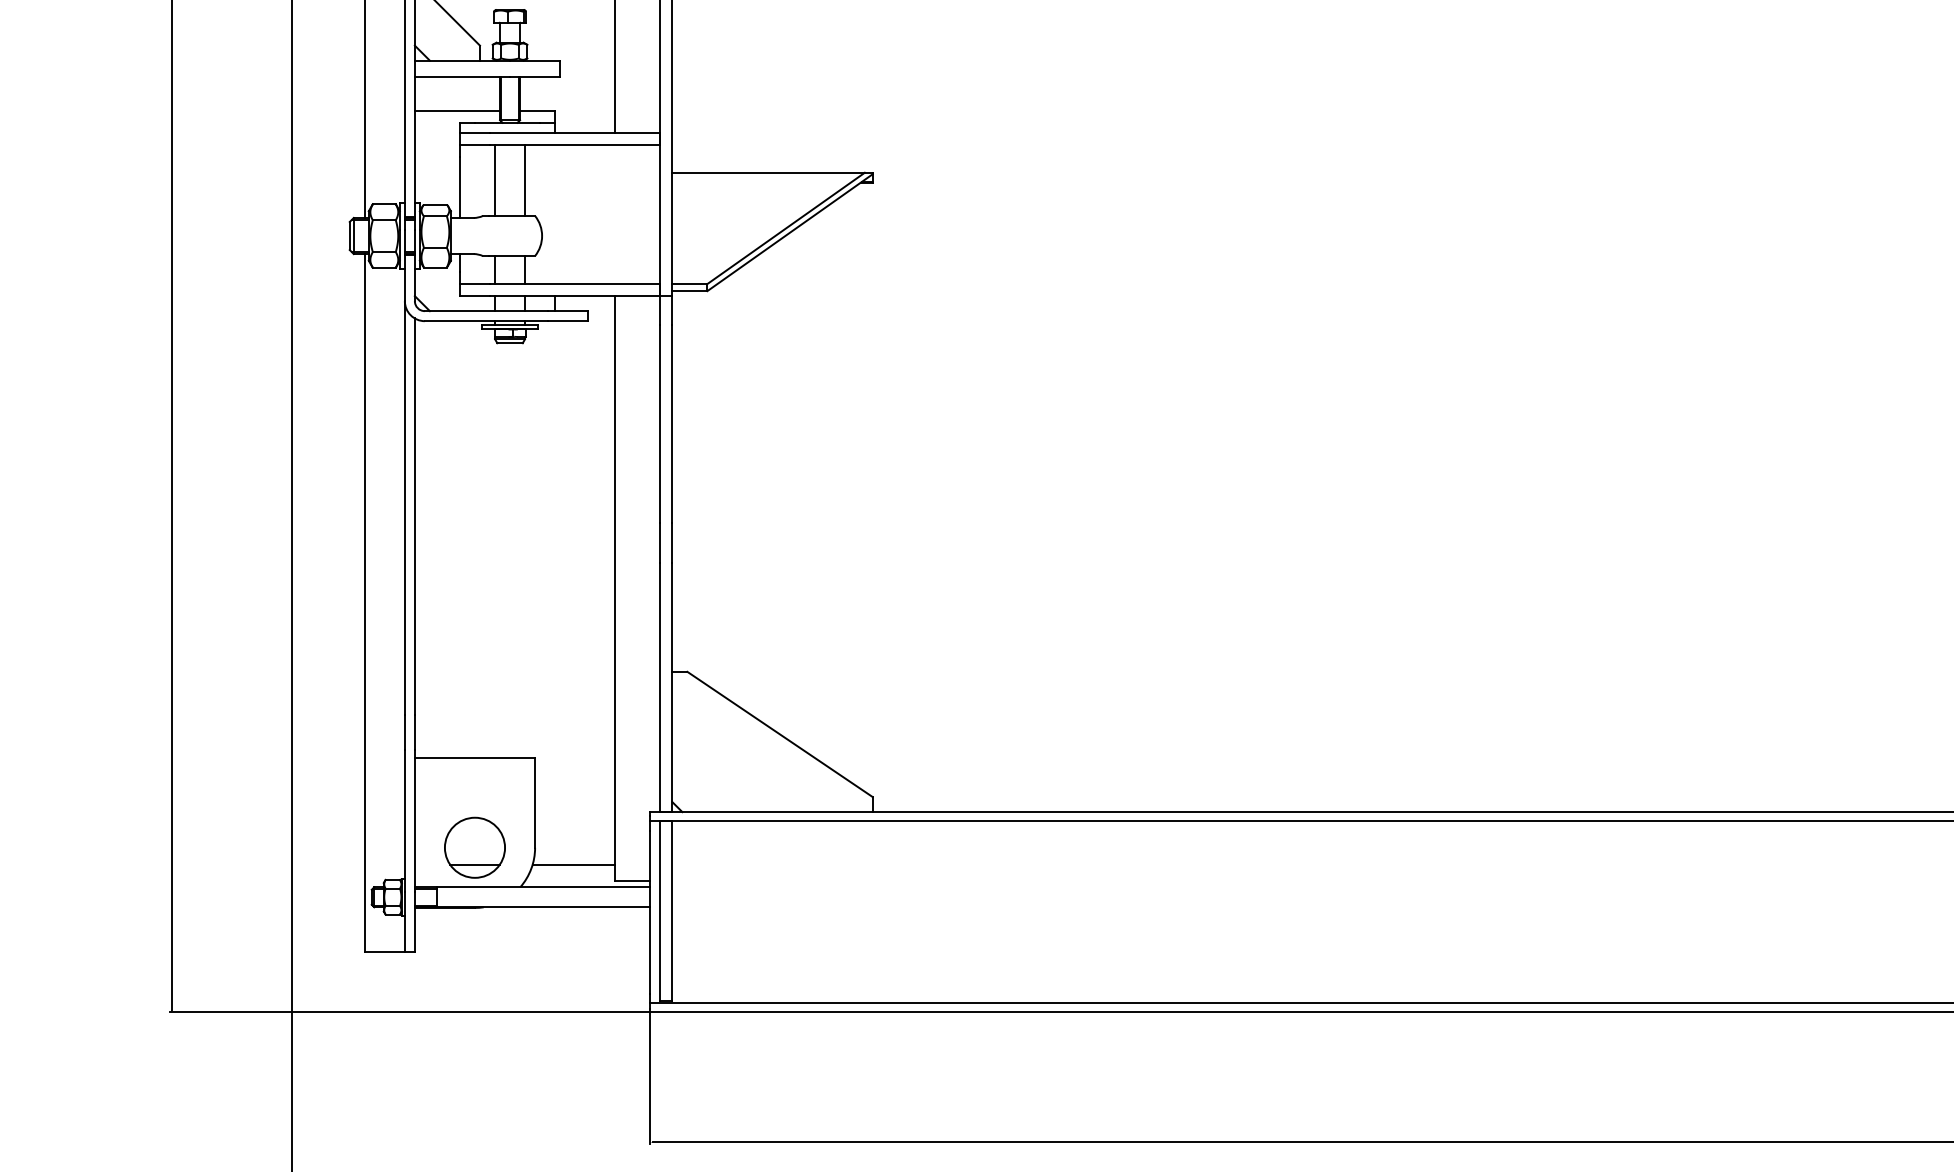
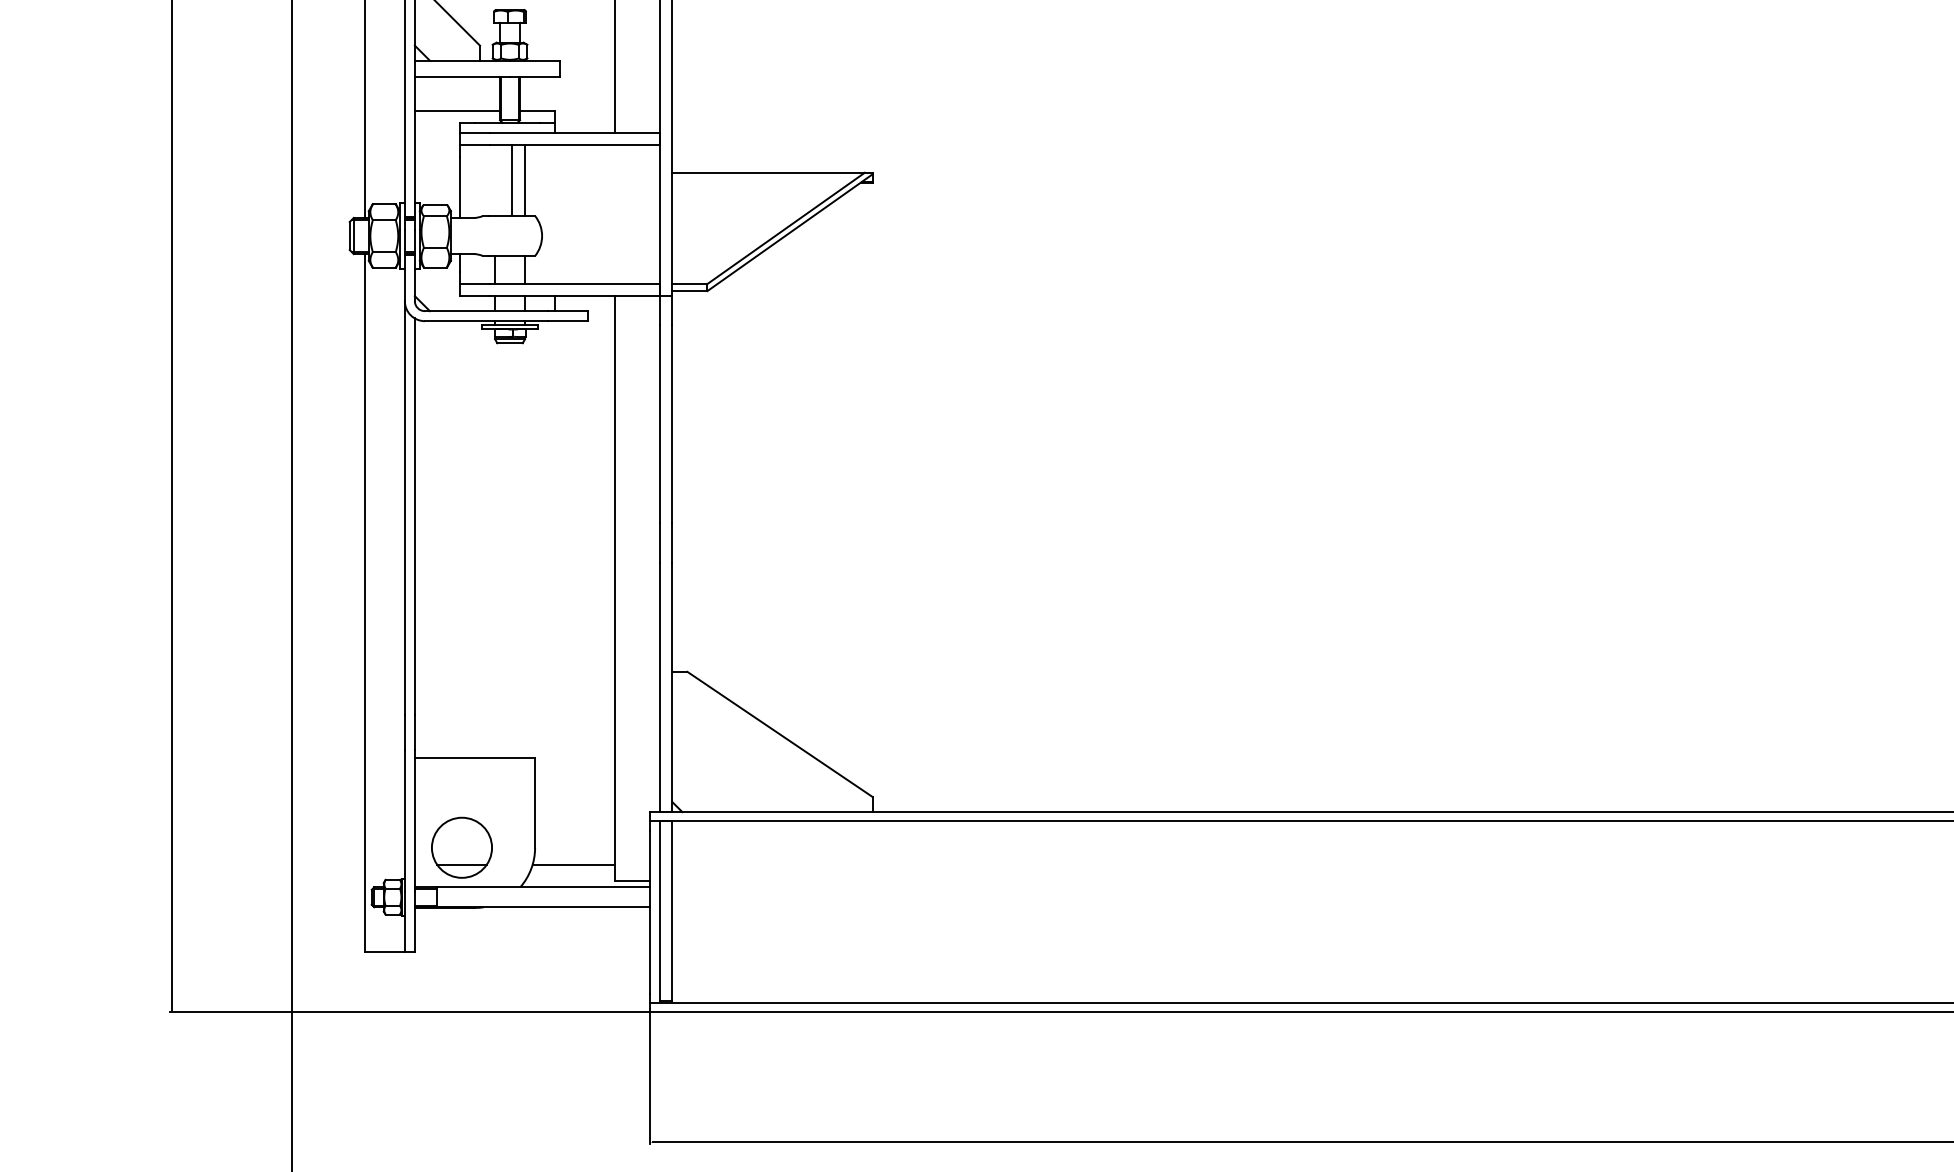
line at (495, 179) position: (495, 179) -> (512, 179)
part at (474, 847) position: (474, 847) -> (461, 847)
